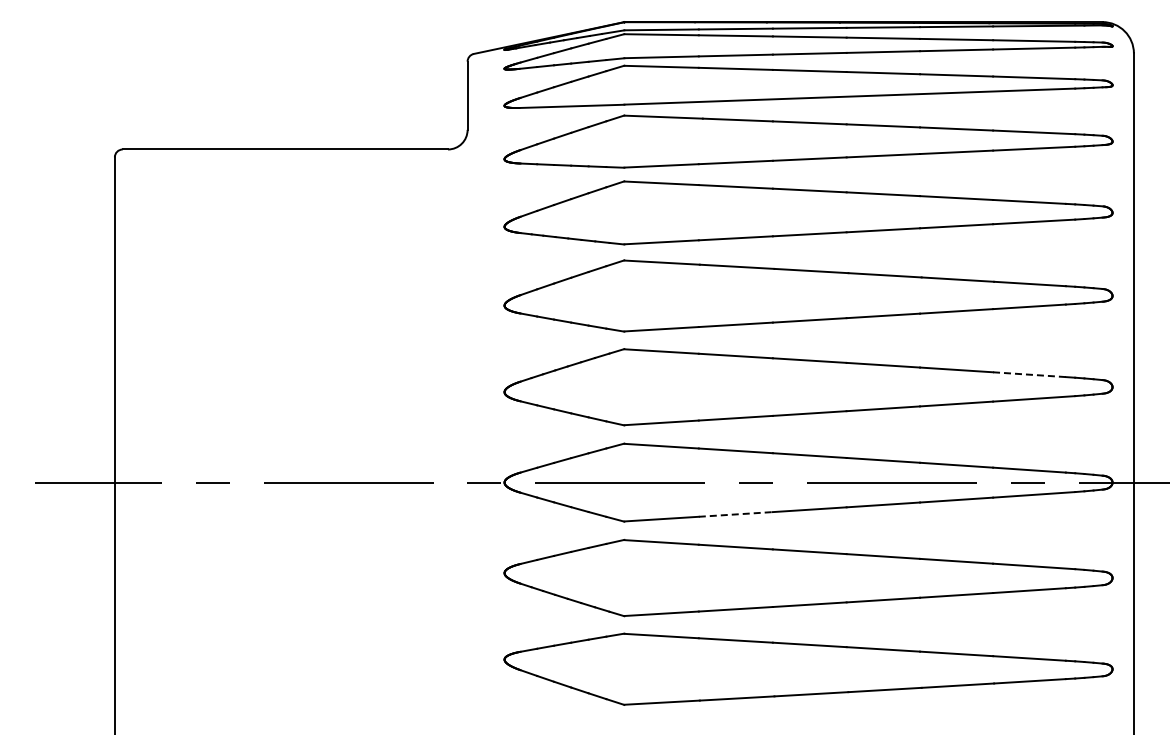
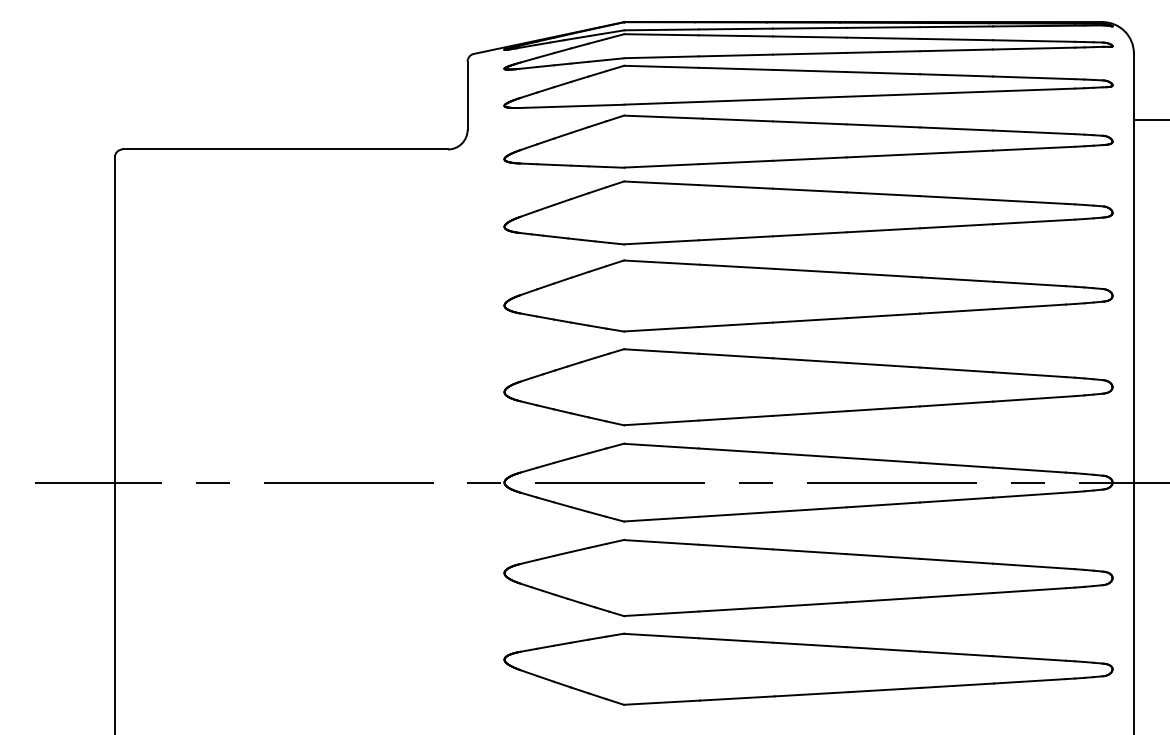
line at (1149, 120): none -> present
line at (1029, 374): dashed -> solid
line at (736, 514): dashed -> solid
